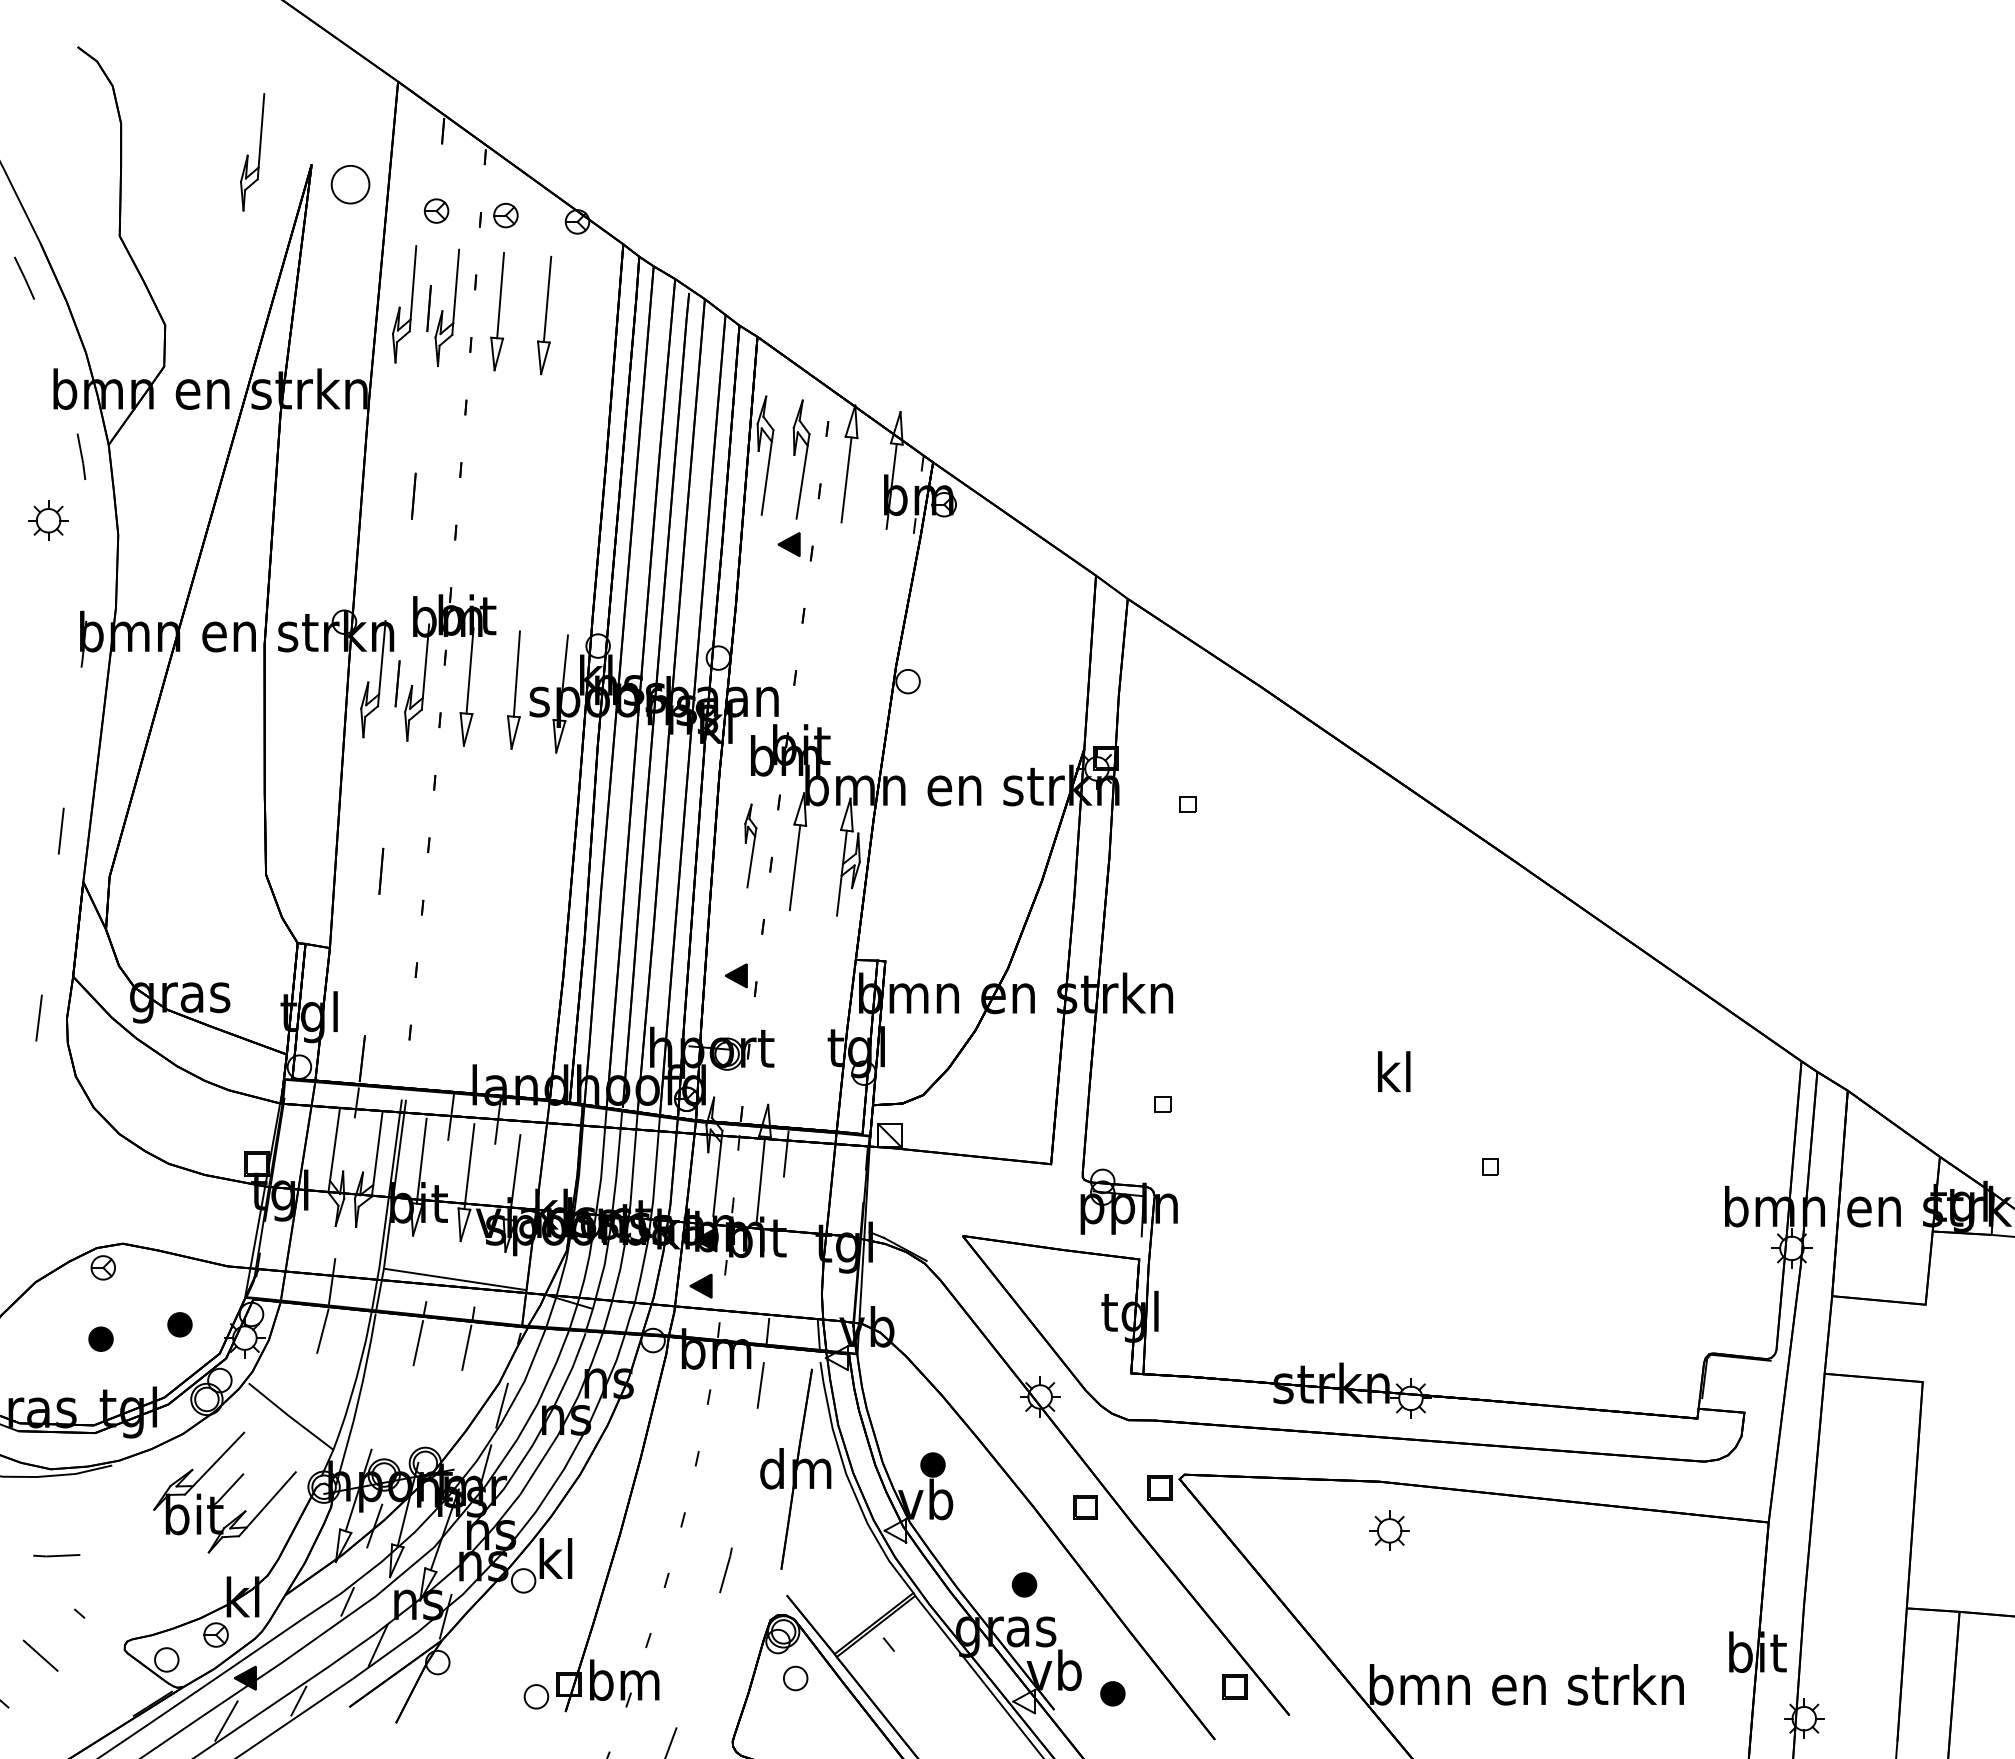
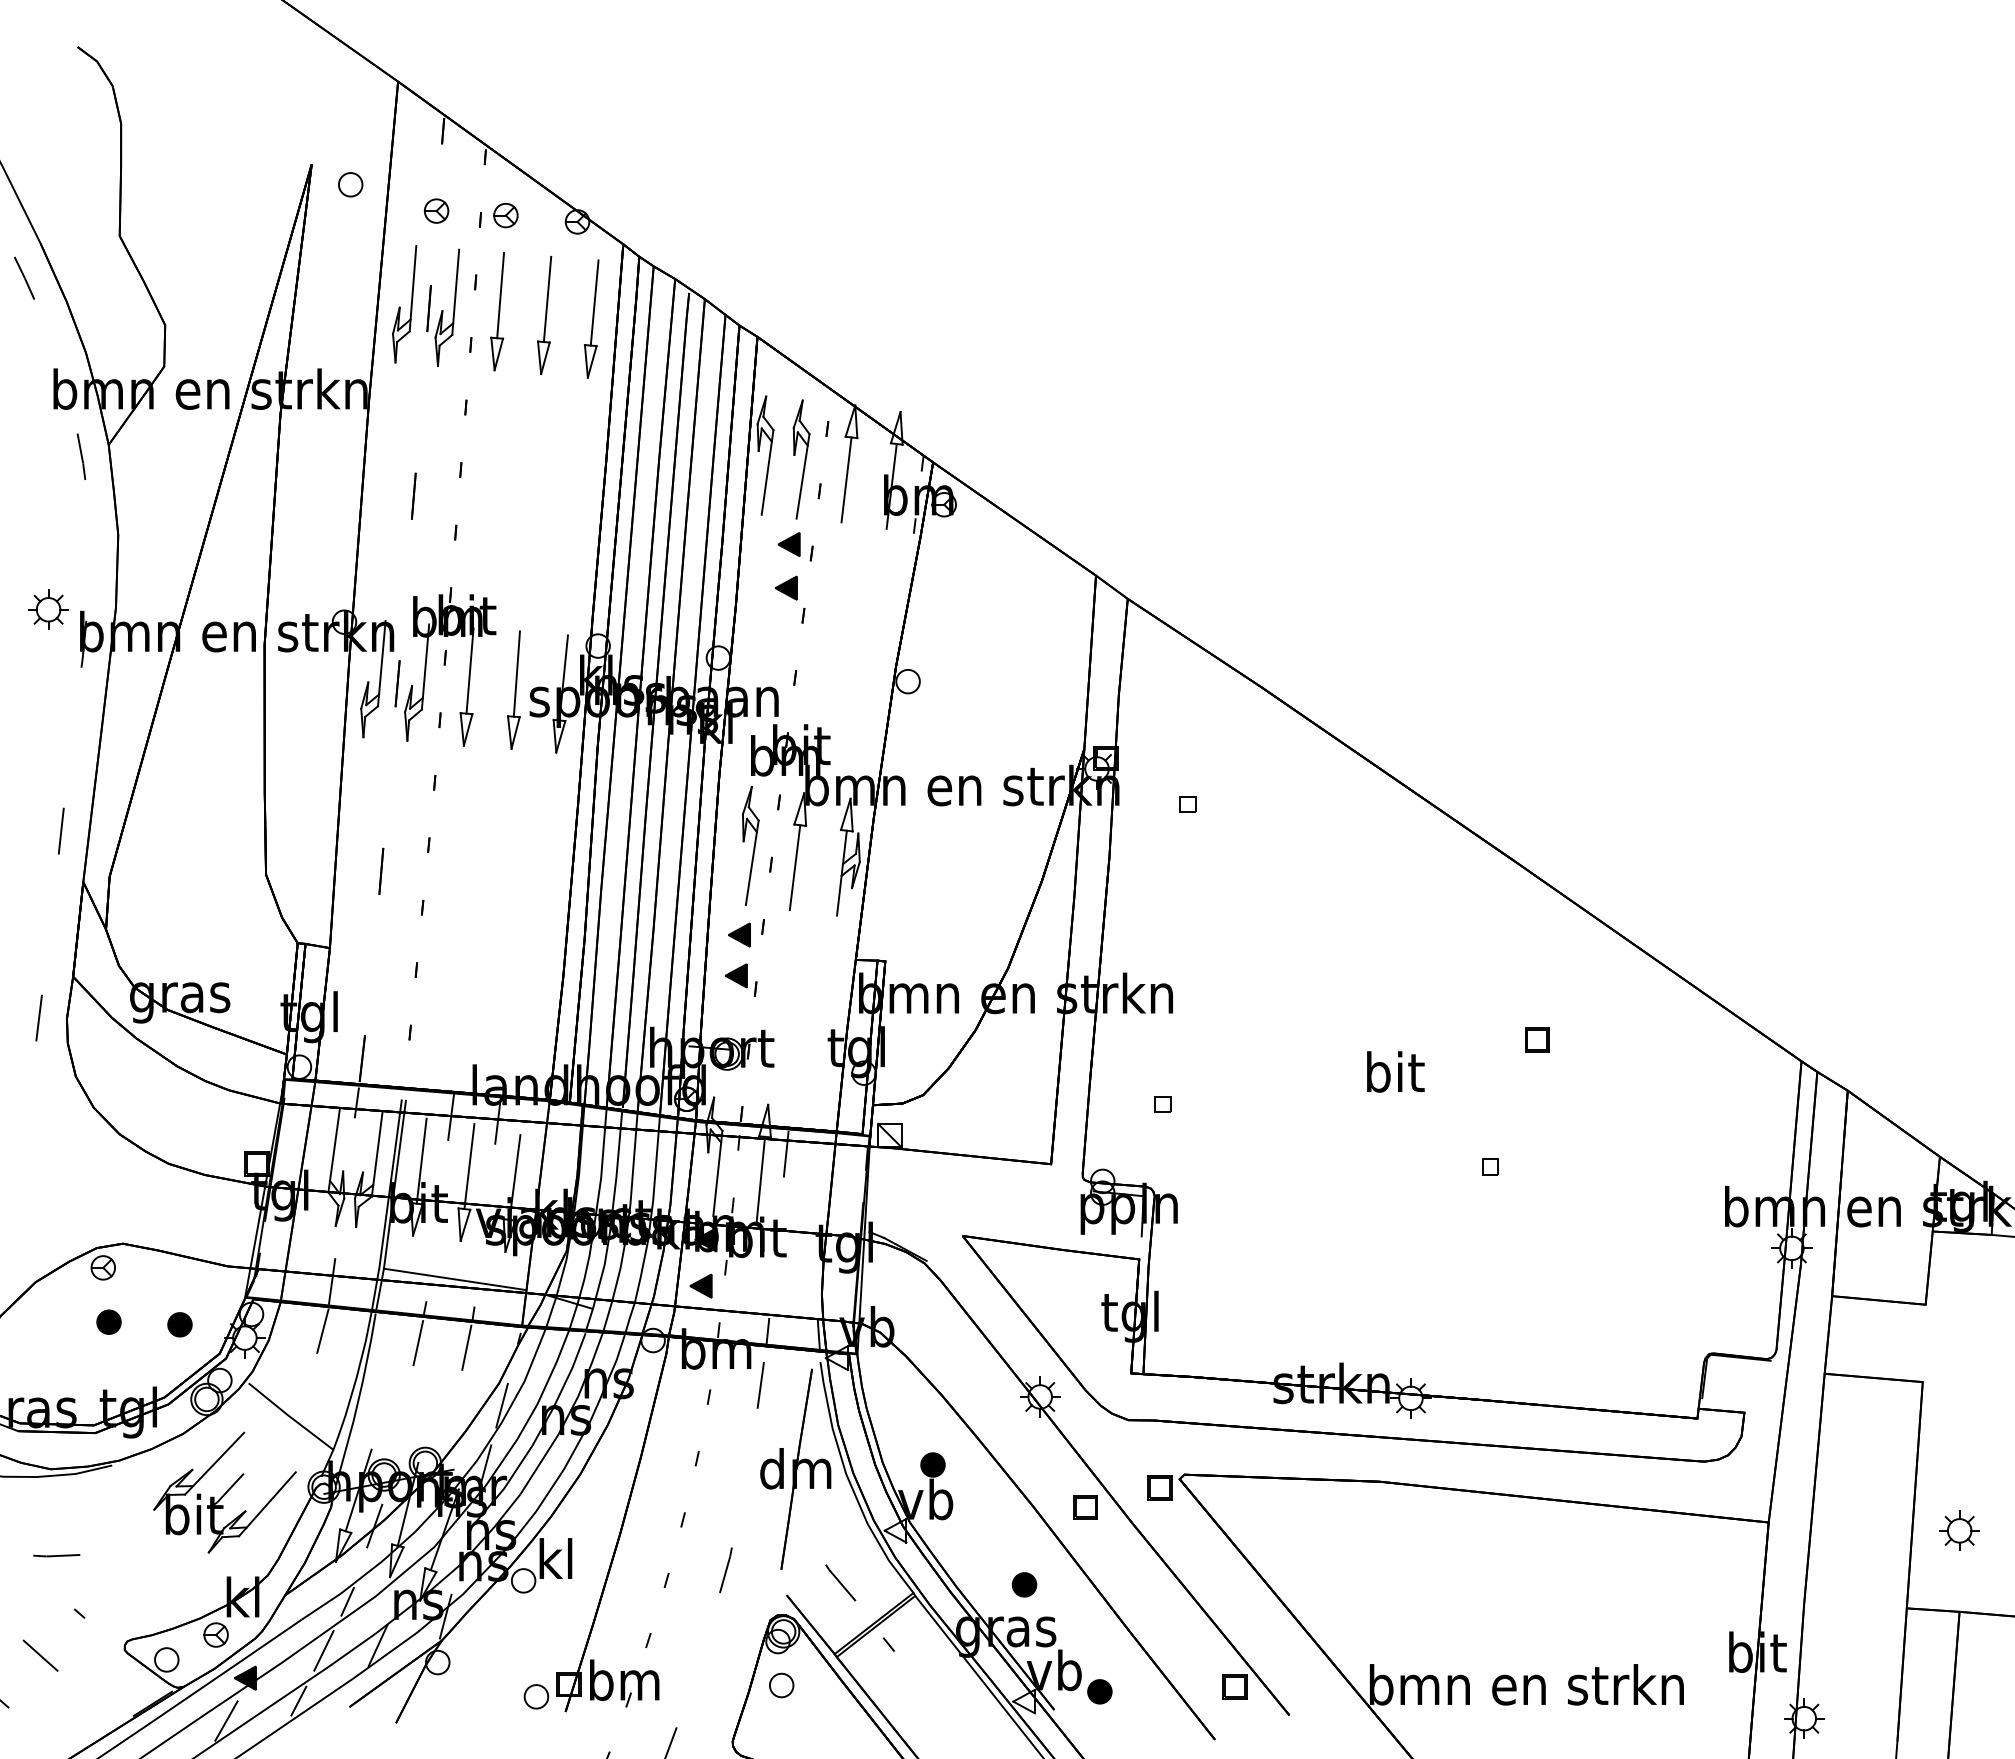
part at (252, 152): present -> none
part at (350, 184) size: 41x40 px -> 26x26 px
part at (591, 318): none -> present
part at (48, 520) position: (48, 520) -> (48, 609)
part at (786, 587): none -> present
part at (750, 845) size: 14x86 px -> 18x120 px
part at (739, 934): none -> present
part at (1537, 1039): none -> present
text at (1395, 1071): kl -> bit
part at (100, 1338) position: (100, 1338) -> (108, 1321)
part at (1389, 1530) position: (1389, 1530) -> (1959, 1530)
line at (840, 1582): none -> present
line at (323, 1650): none -> present
part at (795, 1678) position: (795, 1678) -> (781, 1685)
part at (1112, 1693) position: (1112, 1693) -> (1099, 1691)
